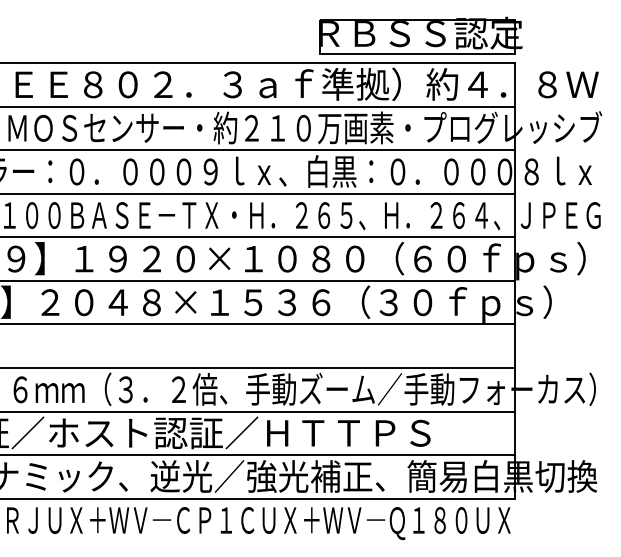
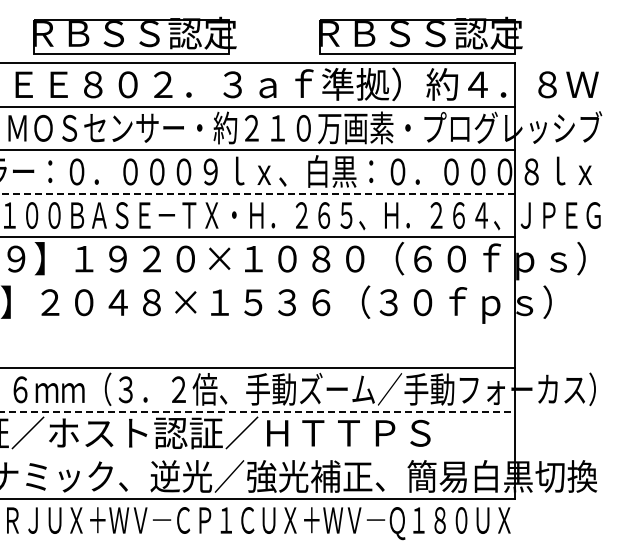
part at (134, 35): none -> present
line at (257, 193): solid -> dashed
line at (258, 280): present -> none
line at (258, 324): present -> none
line at (258, 411): solid -> dashed
line at (258, 455): present -> none
